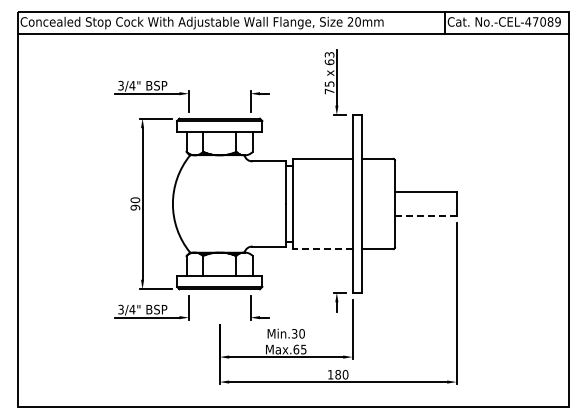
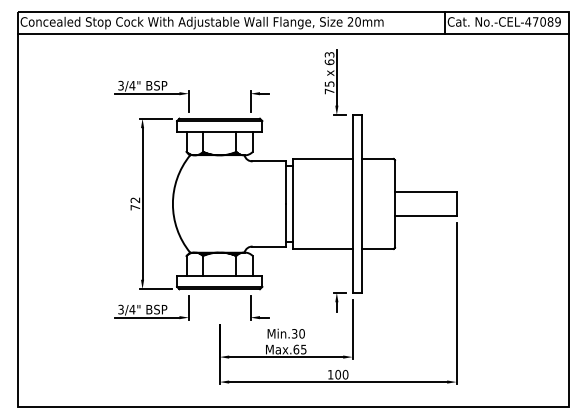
text at (135, 203): 90 -> 72
line at (425, 215): dashed -> solid
line at (322, 248): dashed -> solid
text at (338, 374): 180 -> 100
